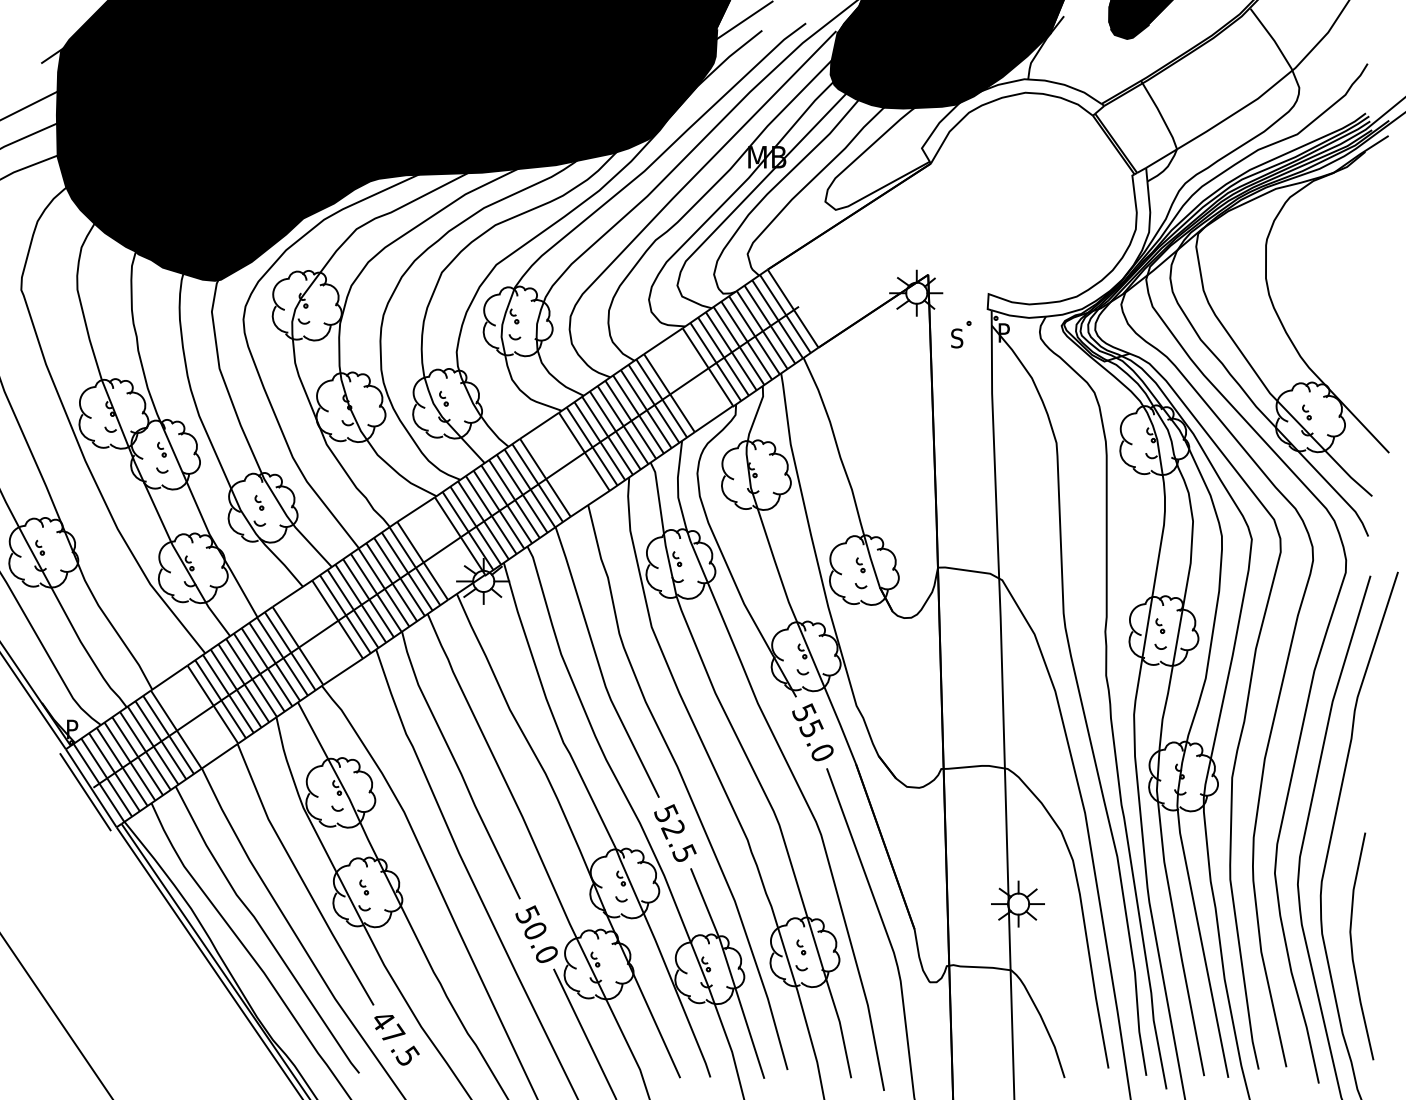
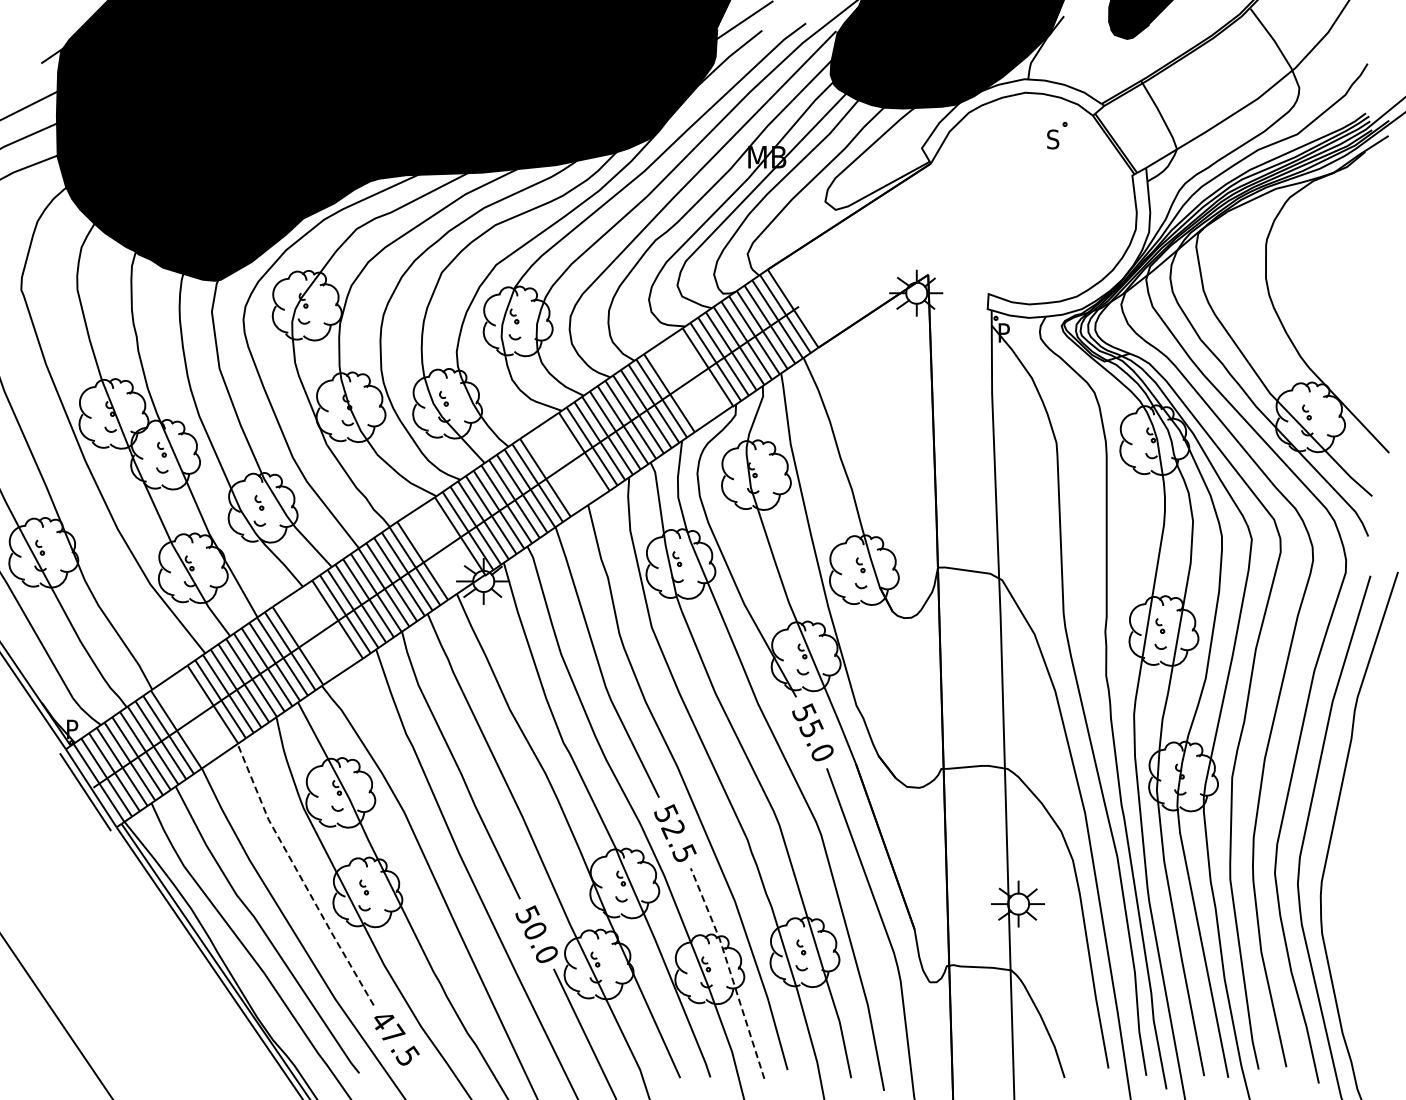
part at (961, 334) position: (961, 334) -> (1057, 135)
line at (300, 876): solid -> dashed
curve at (1352, 946): present -> none
line at (730, 971): solid -> dashed
